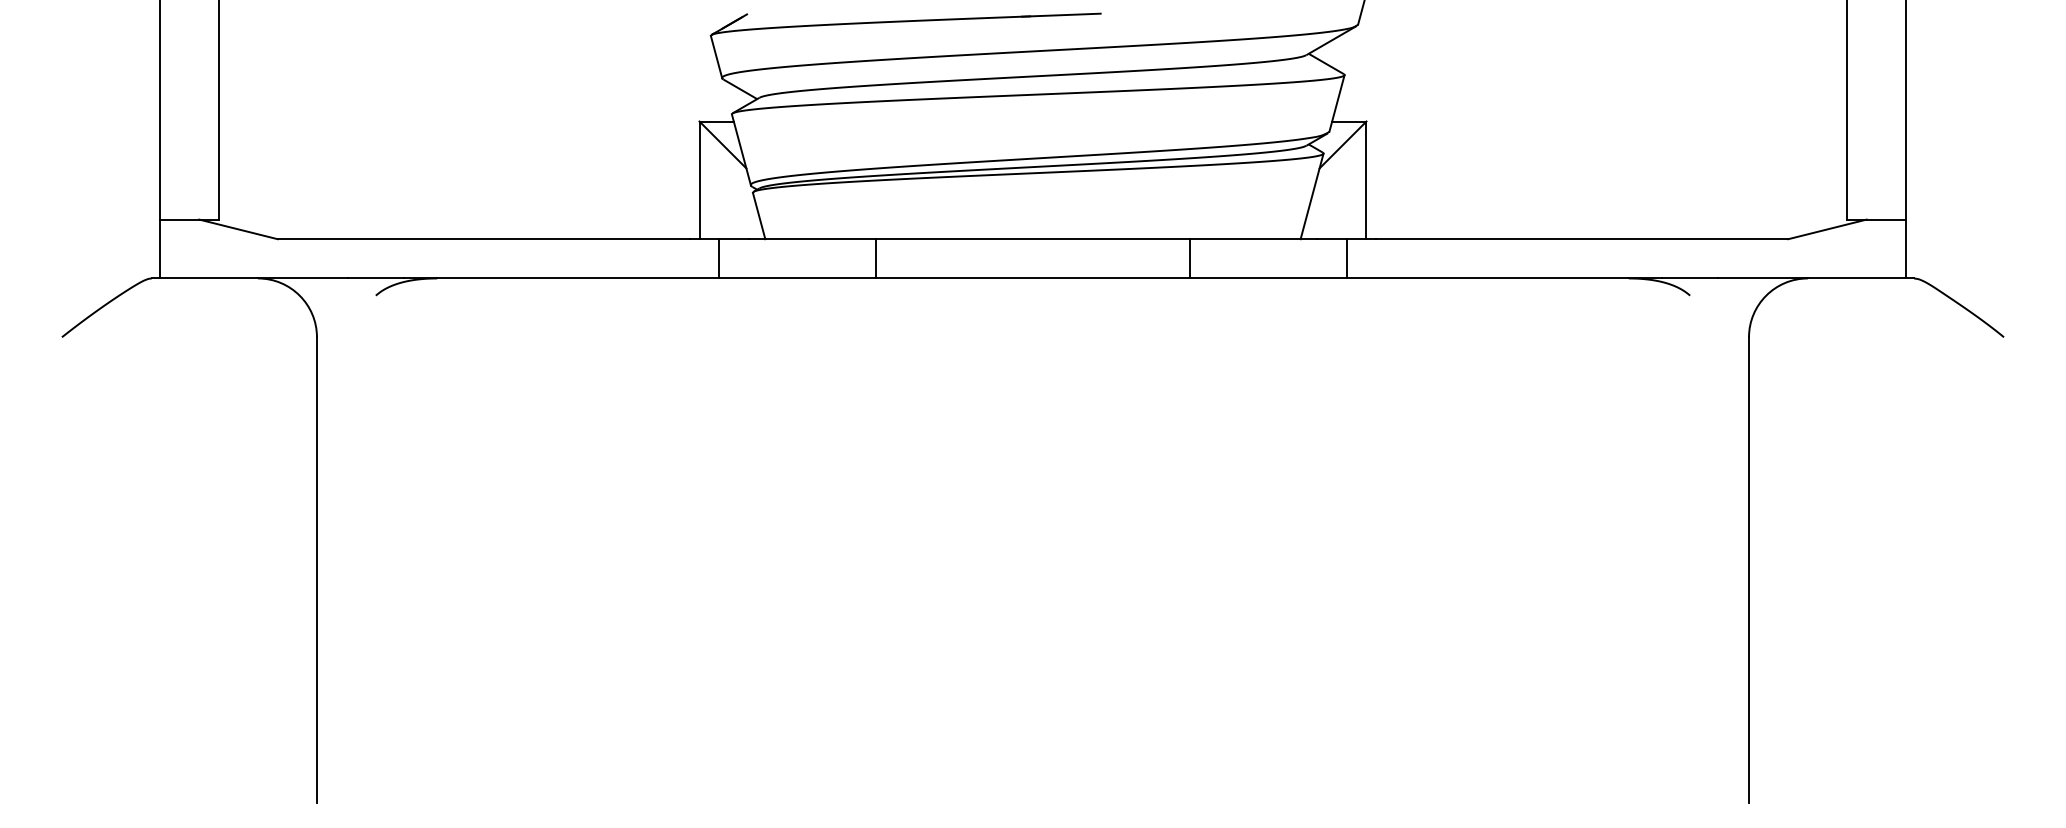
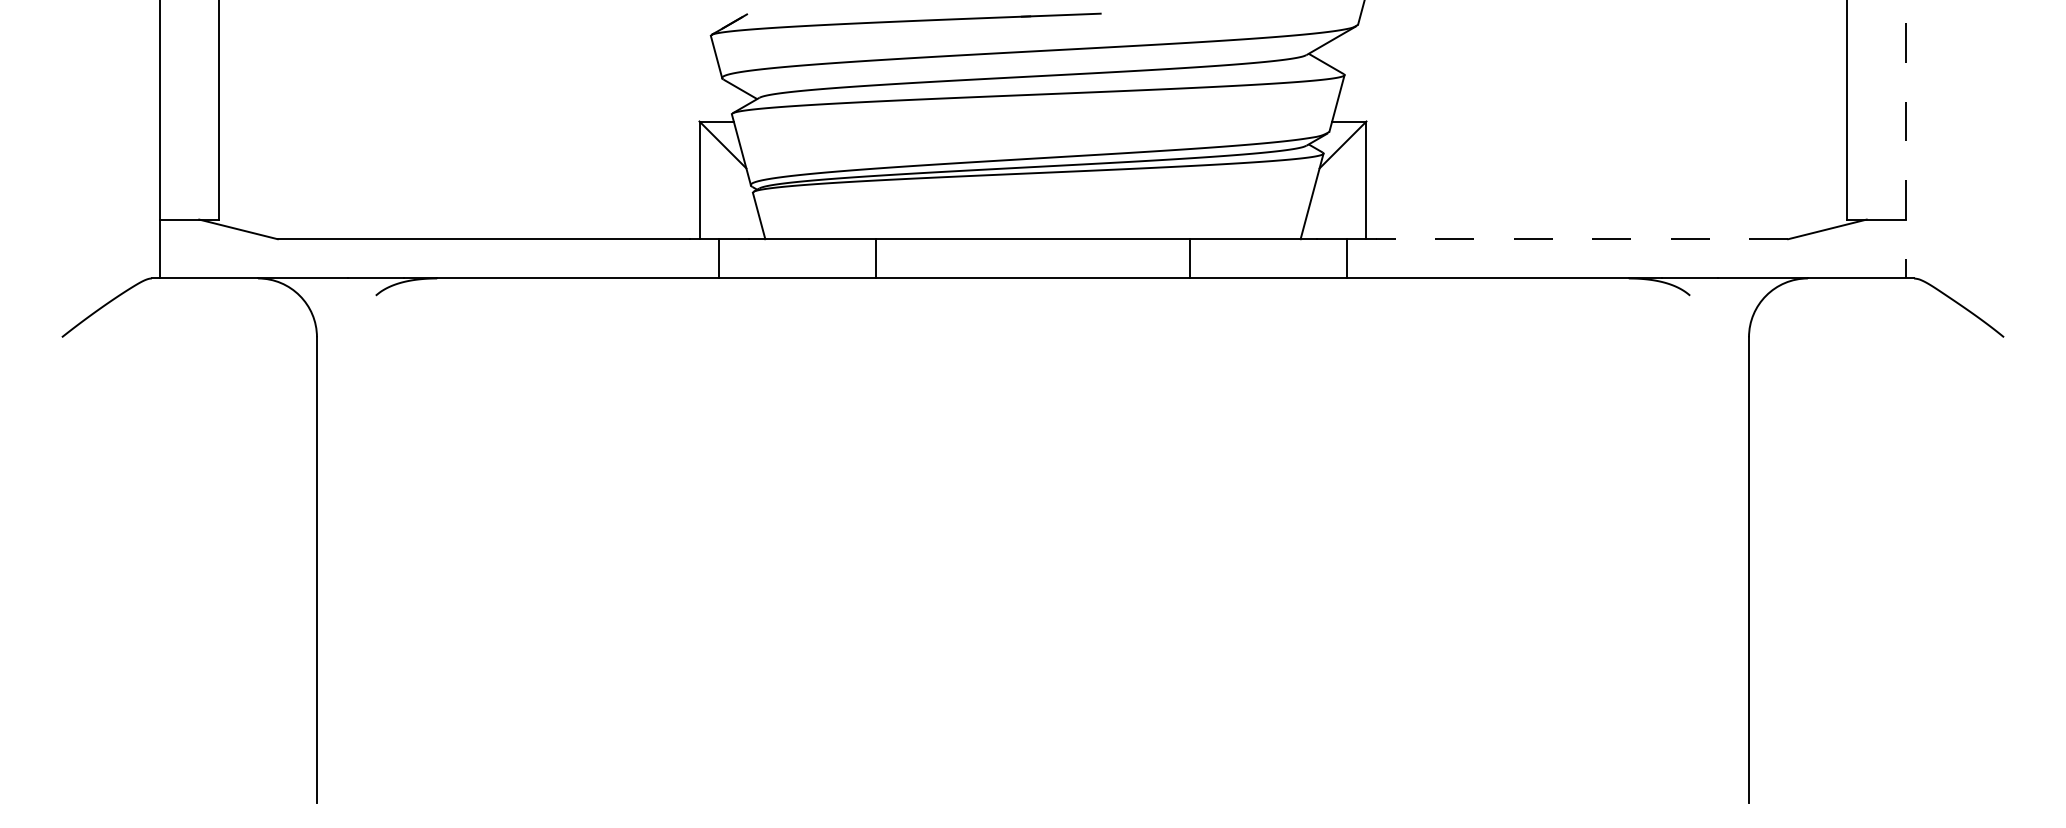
line at (1905, 139): solid -> dashed
line at (1582, 239): solid -> dashed
